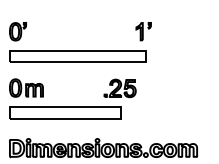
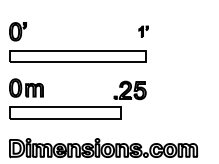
part at (143, 31) size: 17x20 px -> 11x13 px
part at (119, 88) position: (119, 88) -> (129, 90)
